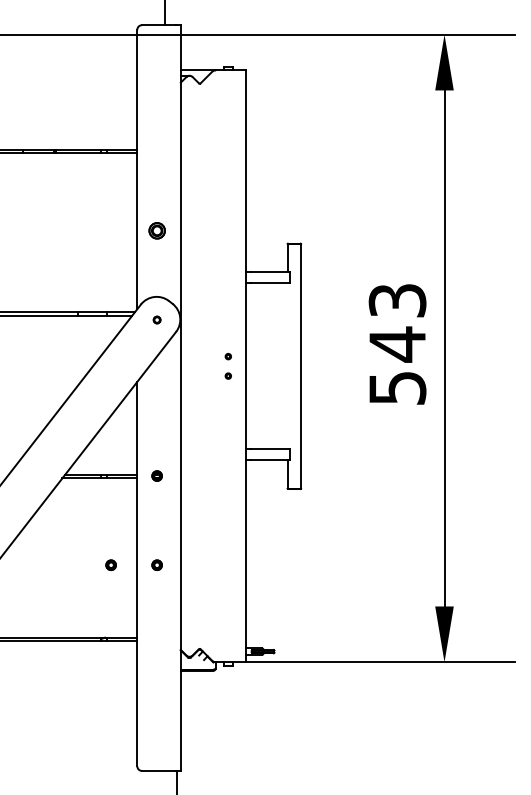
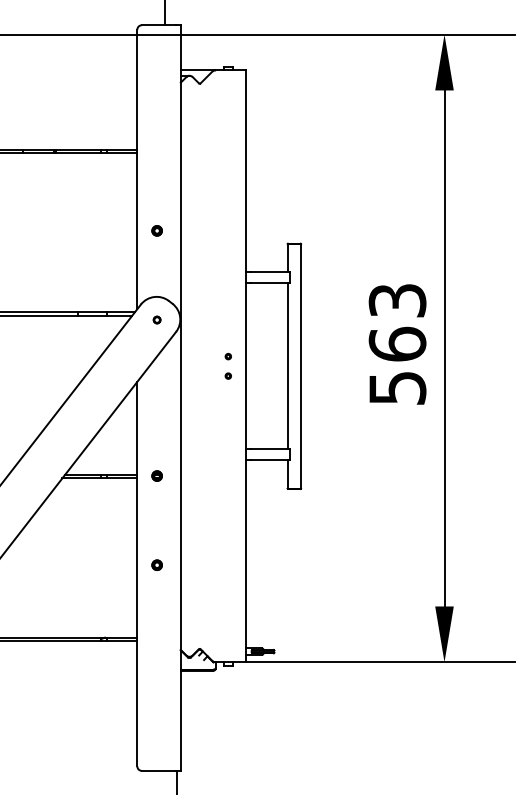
part at (156, 230) size: 18x18 px -> 12x12 px
text at (397, 344): 543 -> 563
line at (287, 366): none -> present
part at (110, 564): present -> none
